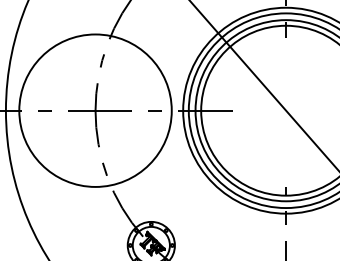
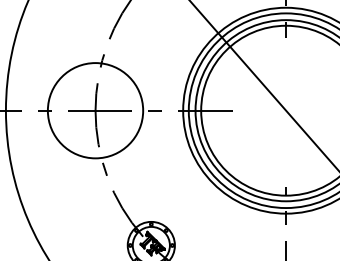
circle at (95, 110) diameter: 152 px -> 95 px
